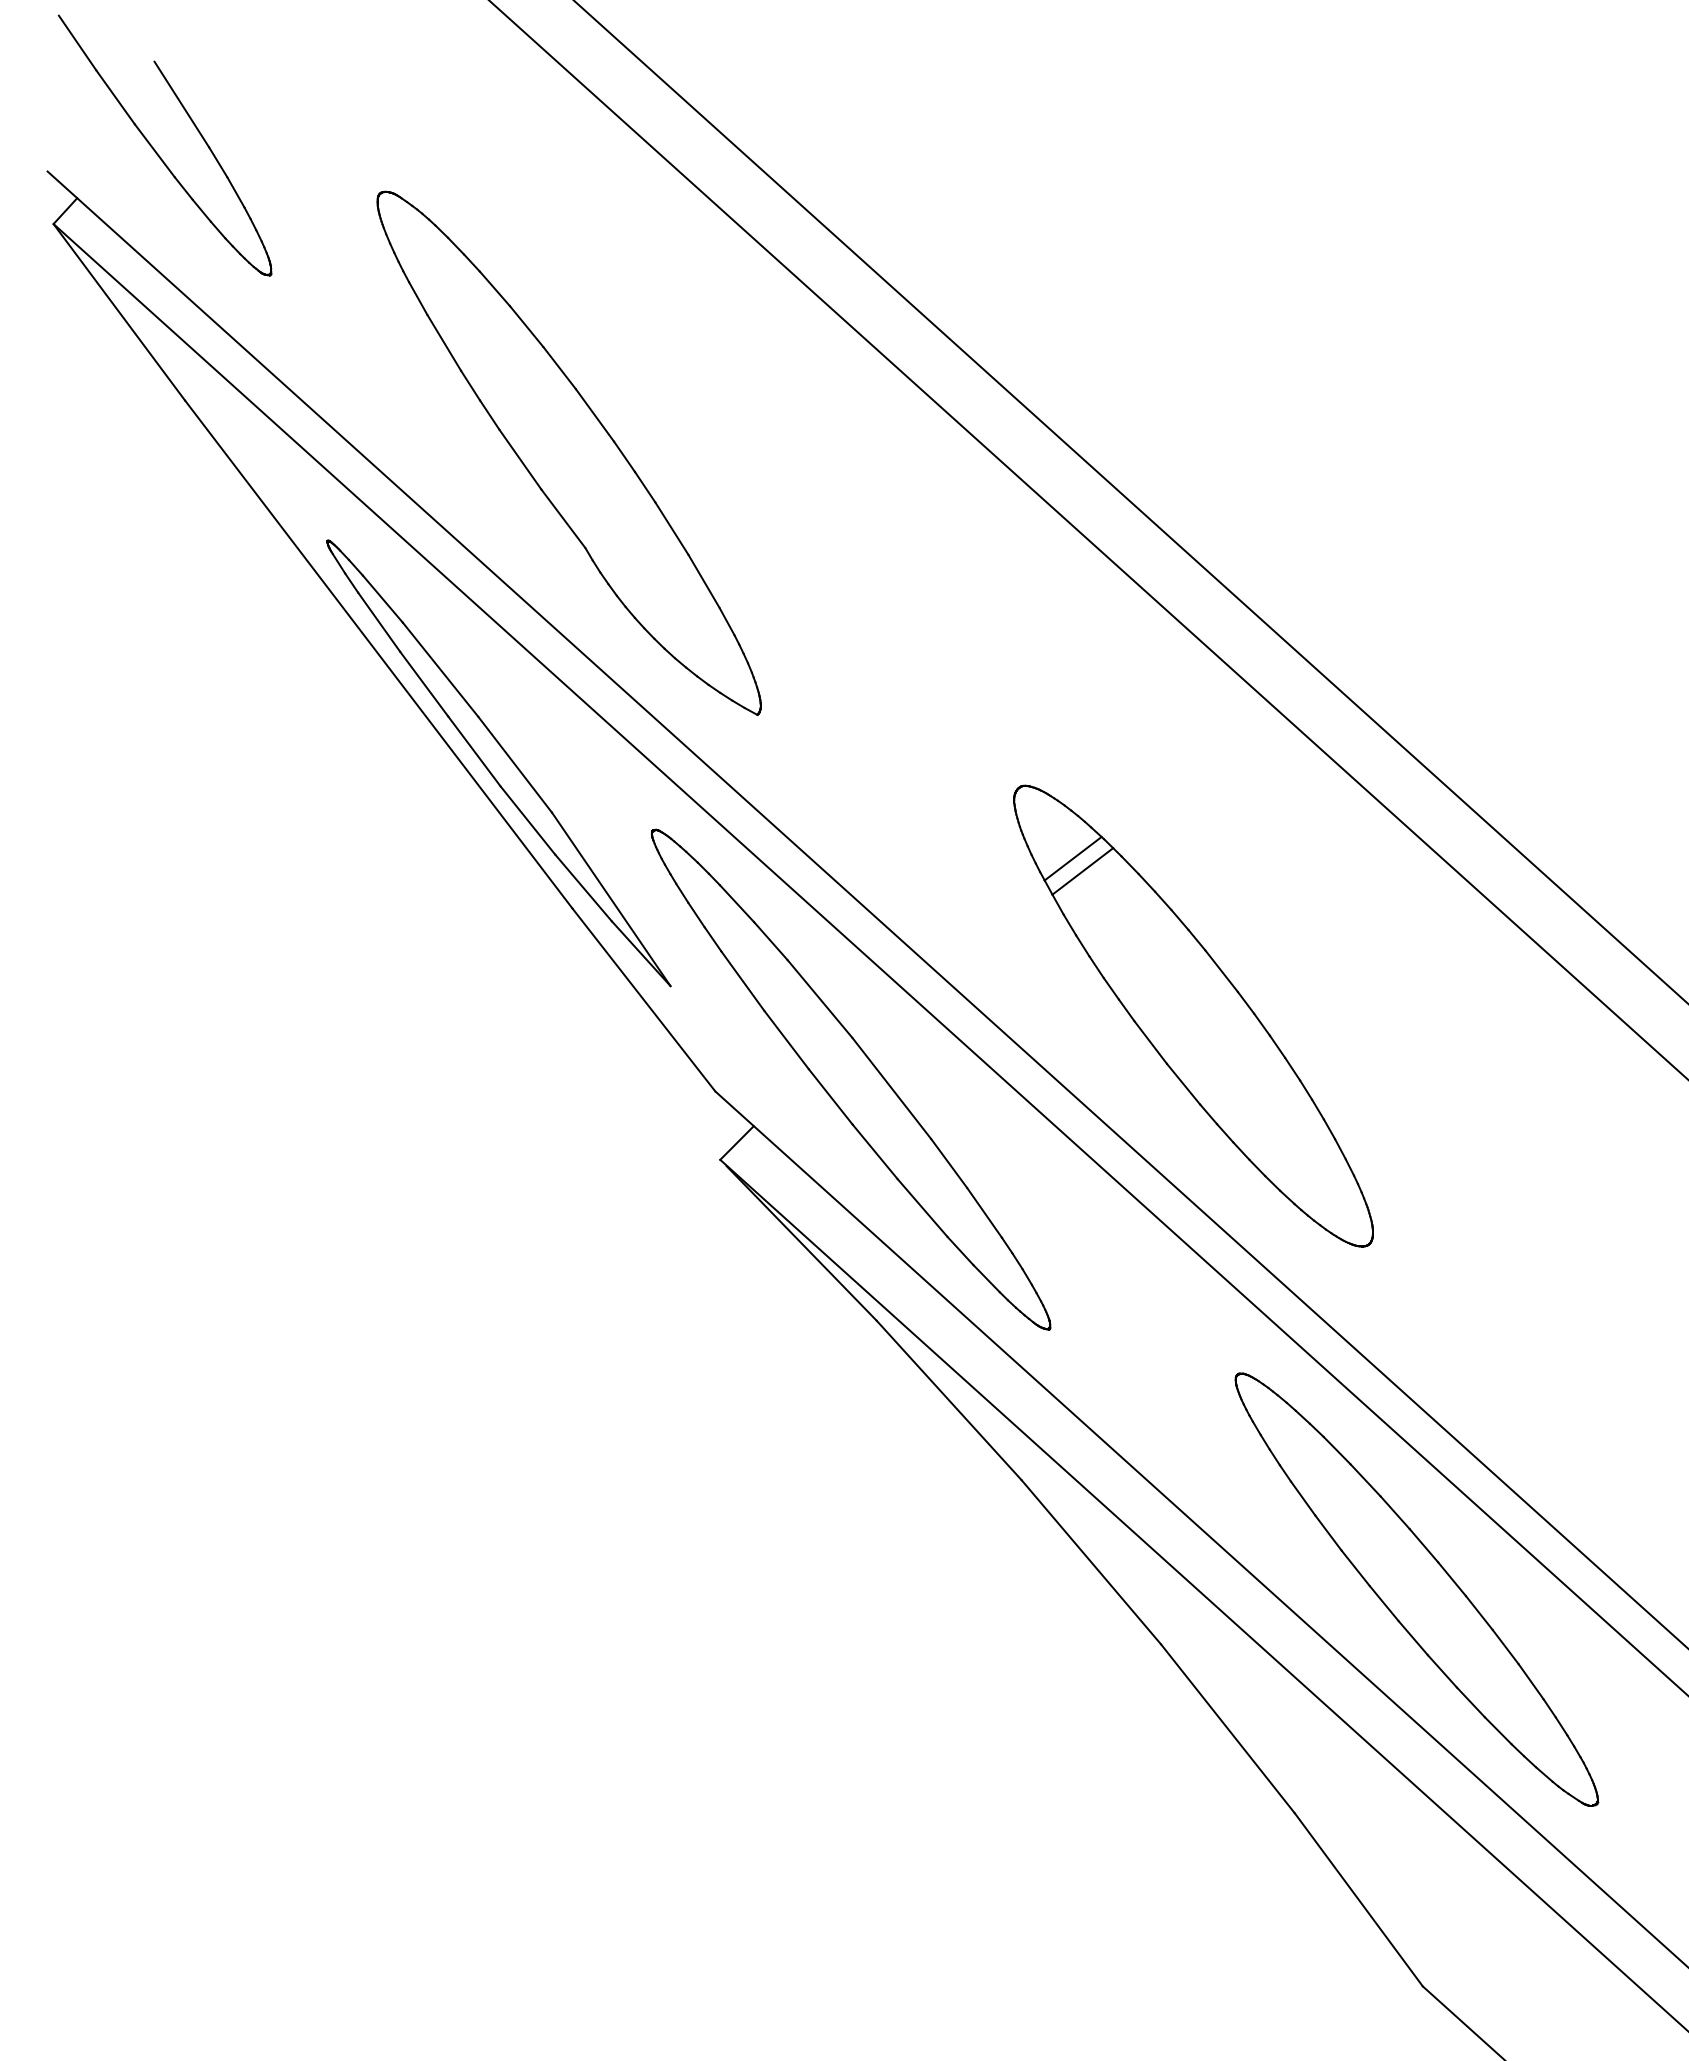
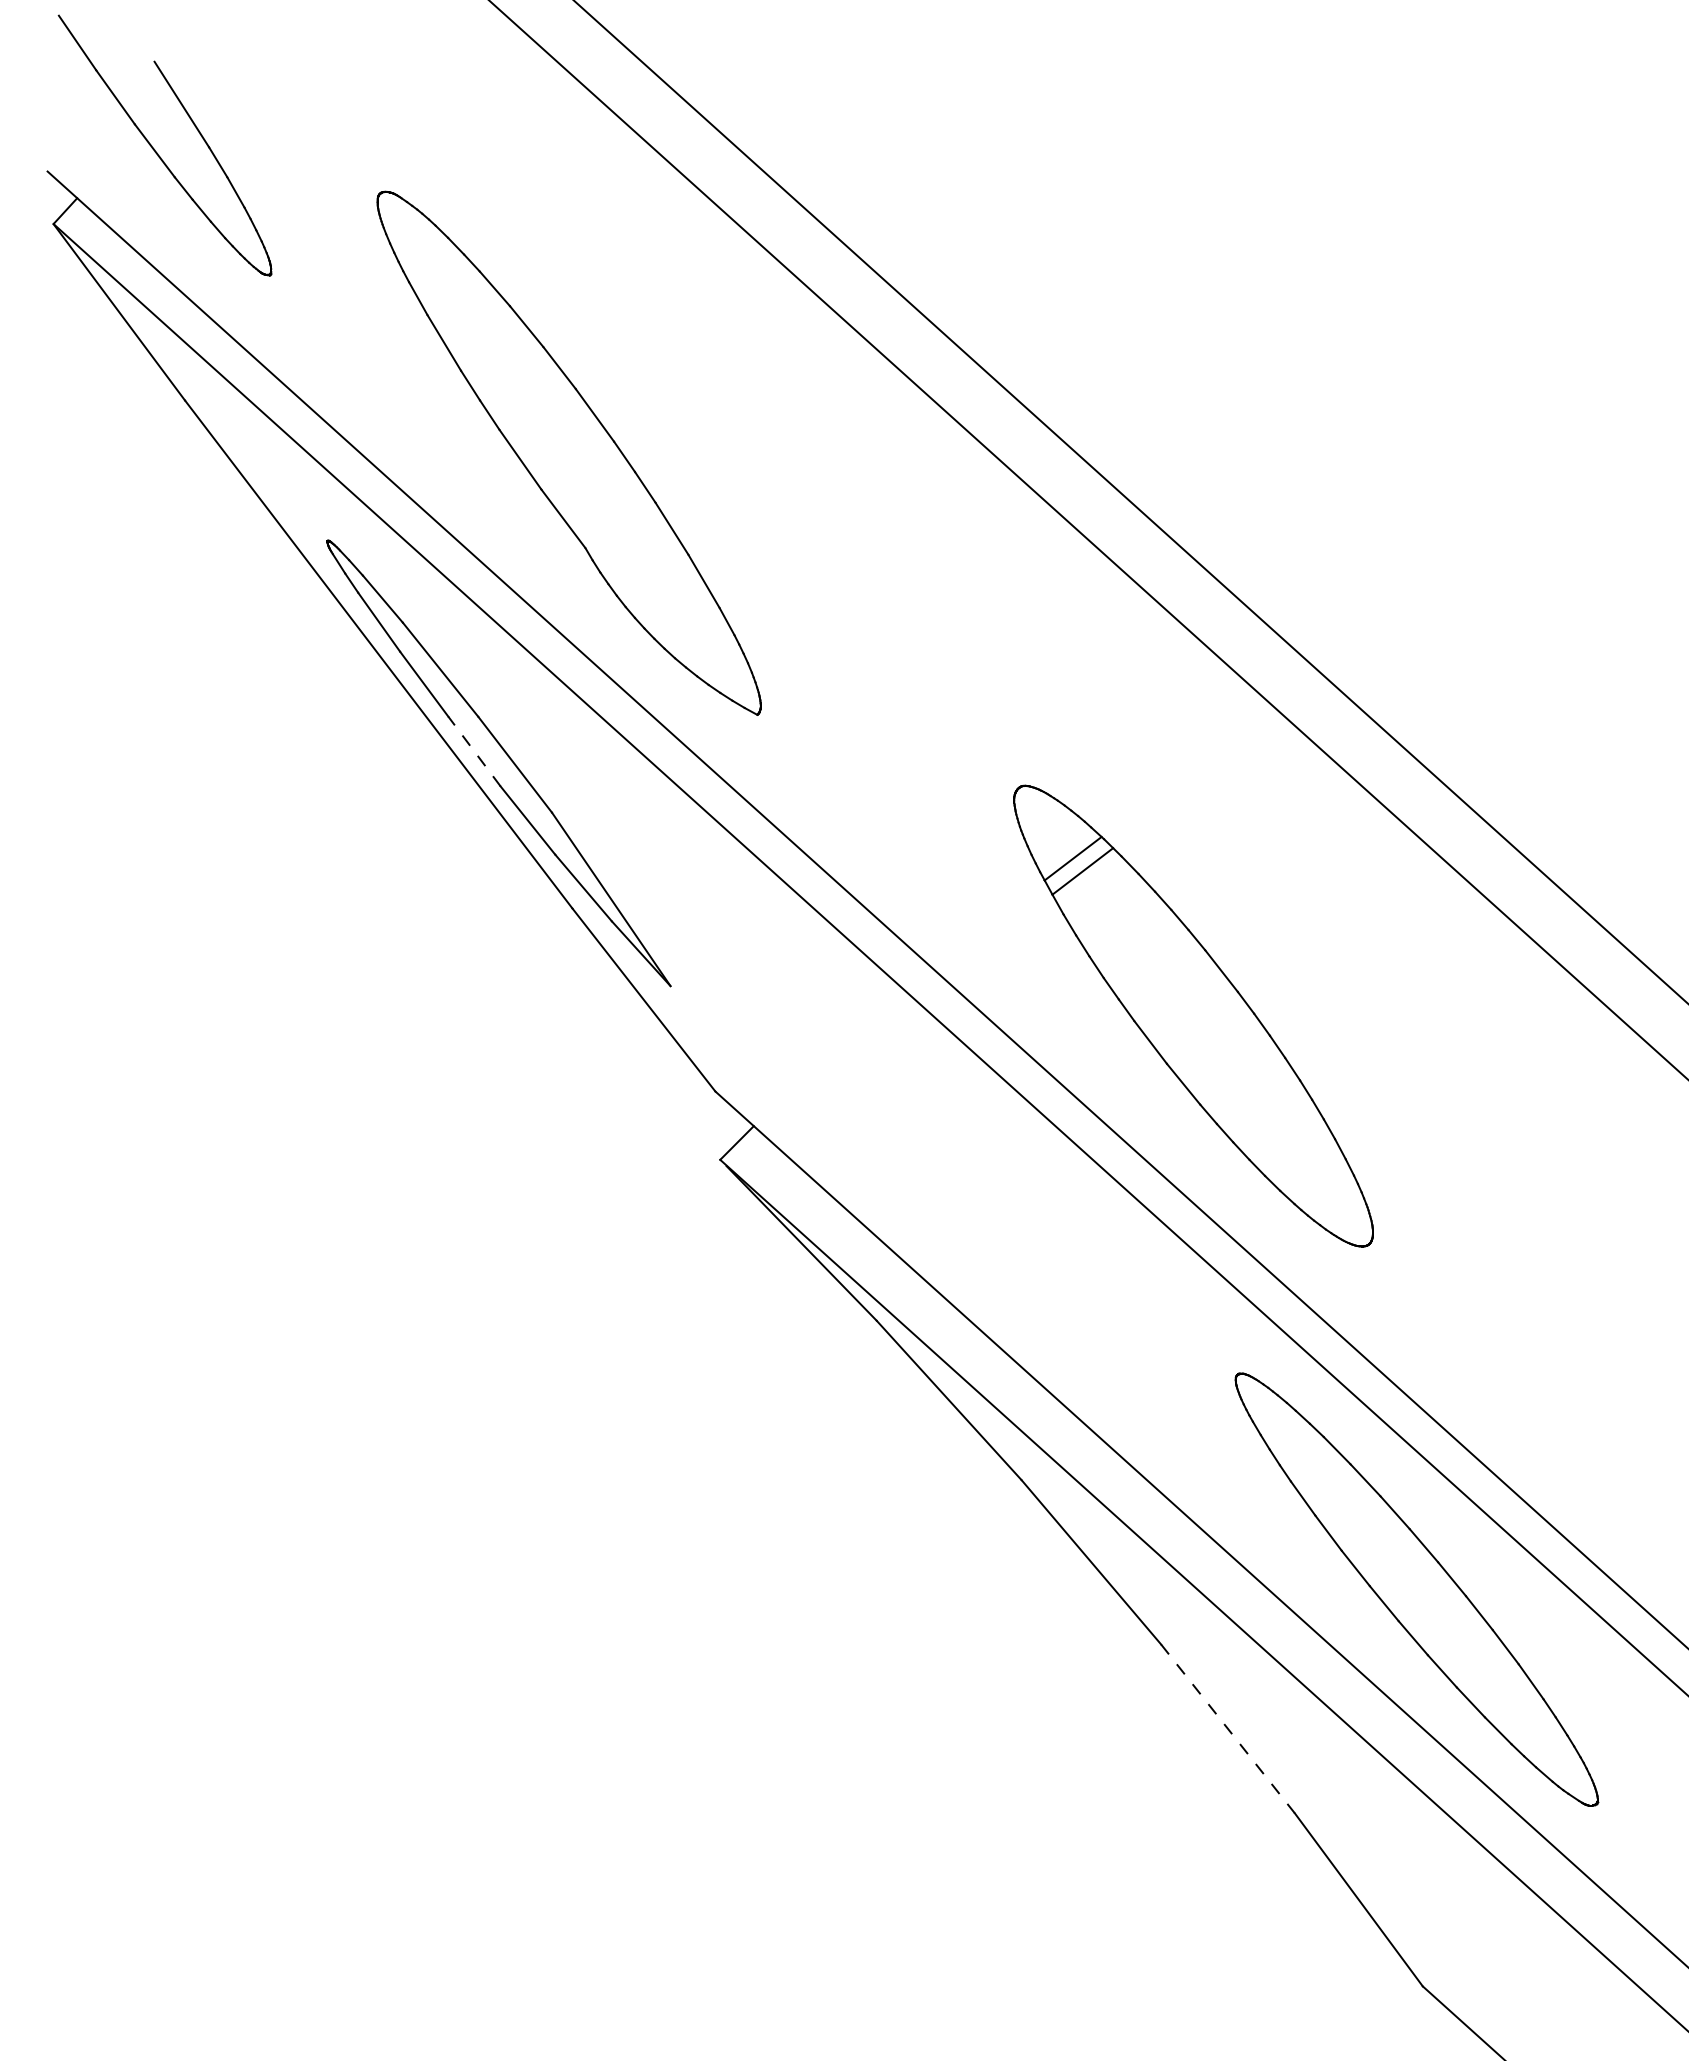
line at (474, 751): solid -> dashed
part at (851, 1079): present -> none
line at (1227, 1728): solid -> dashed
